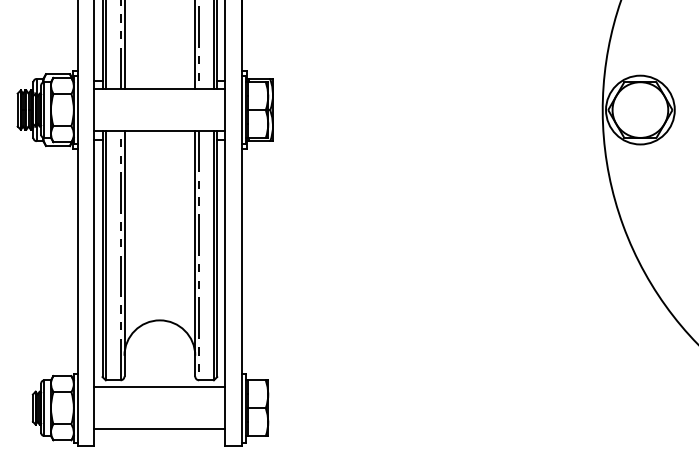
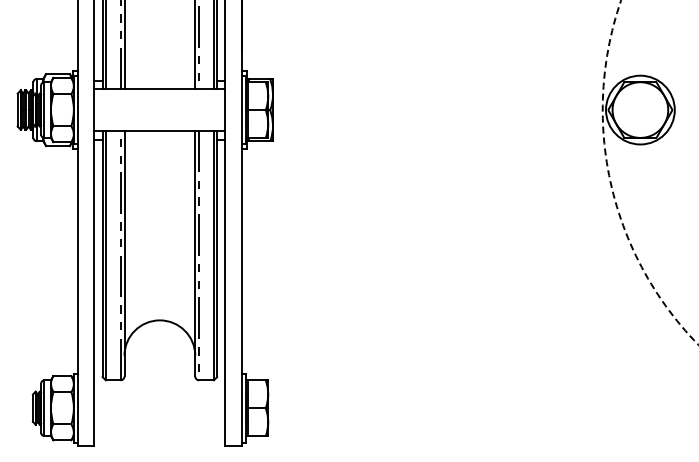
arc at (611, 187): solid -> dashed
line at (159, 387): present -> none
line at (159, 428): present -> none
